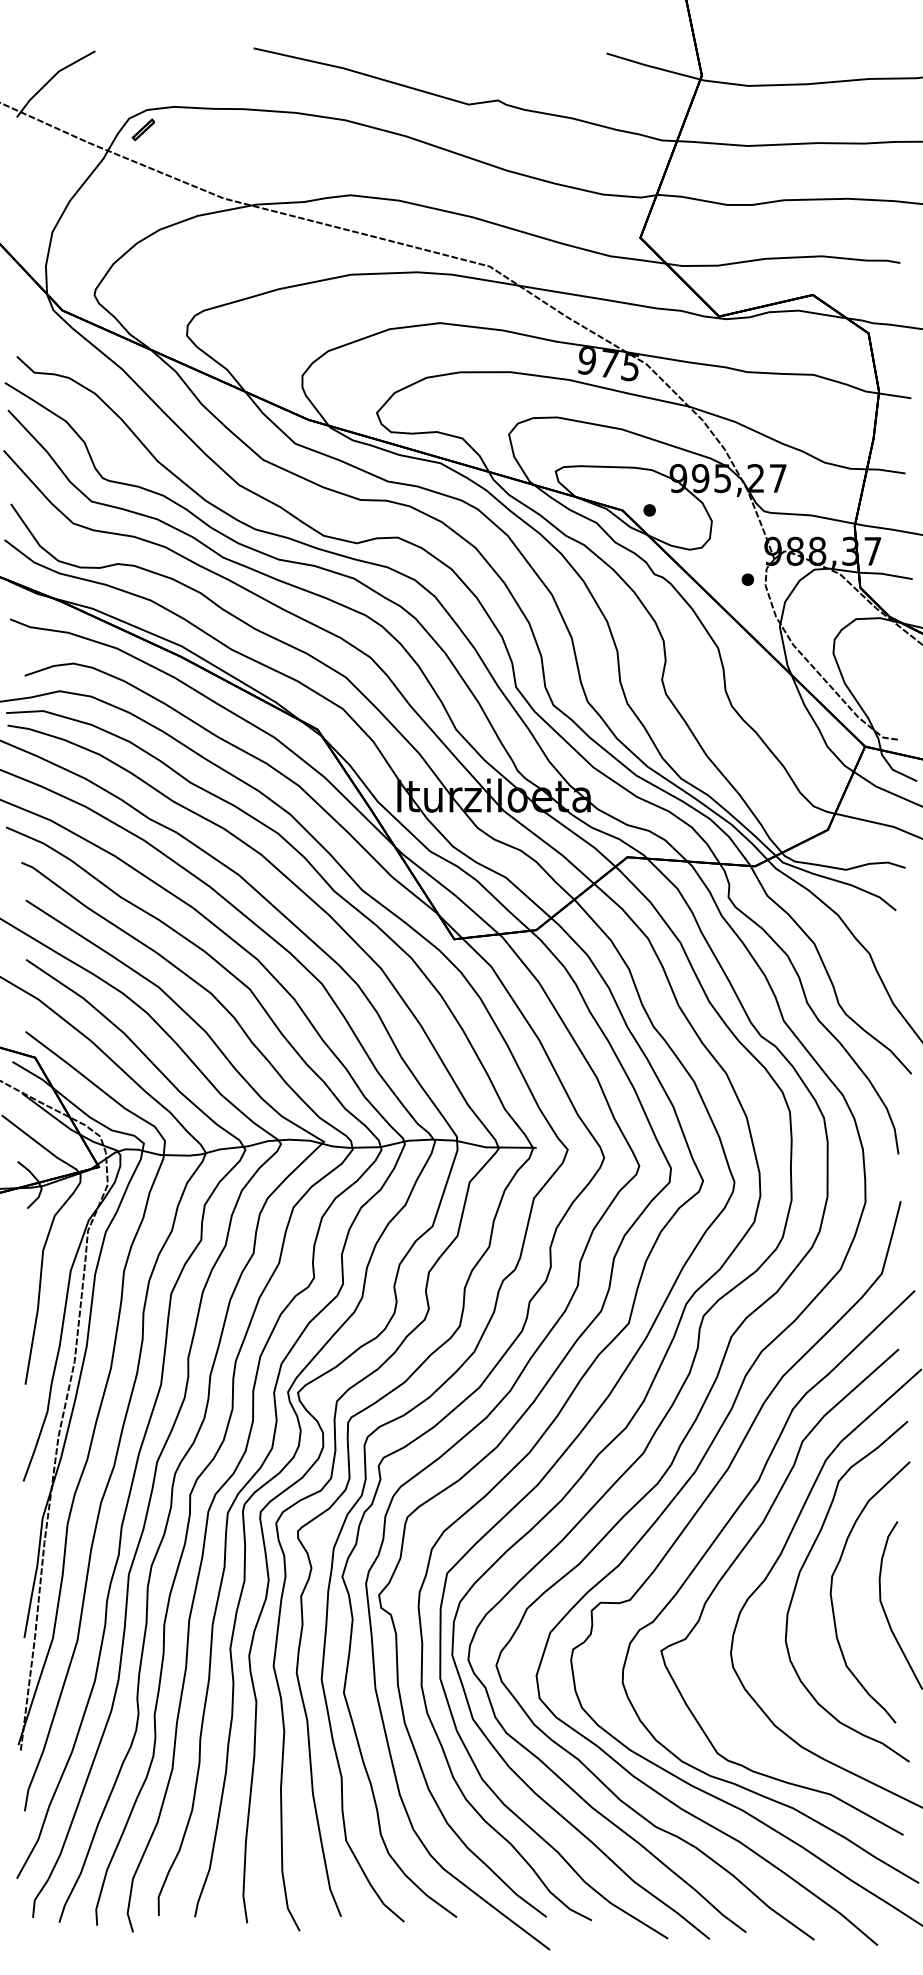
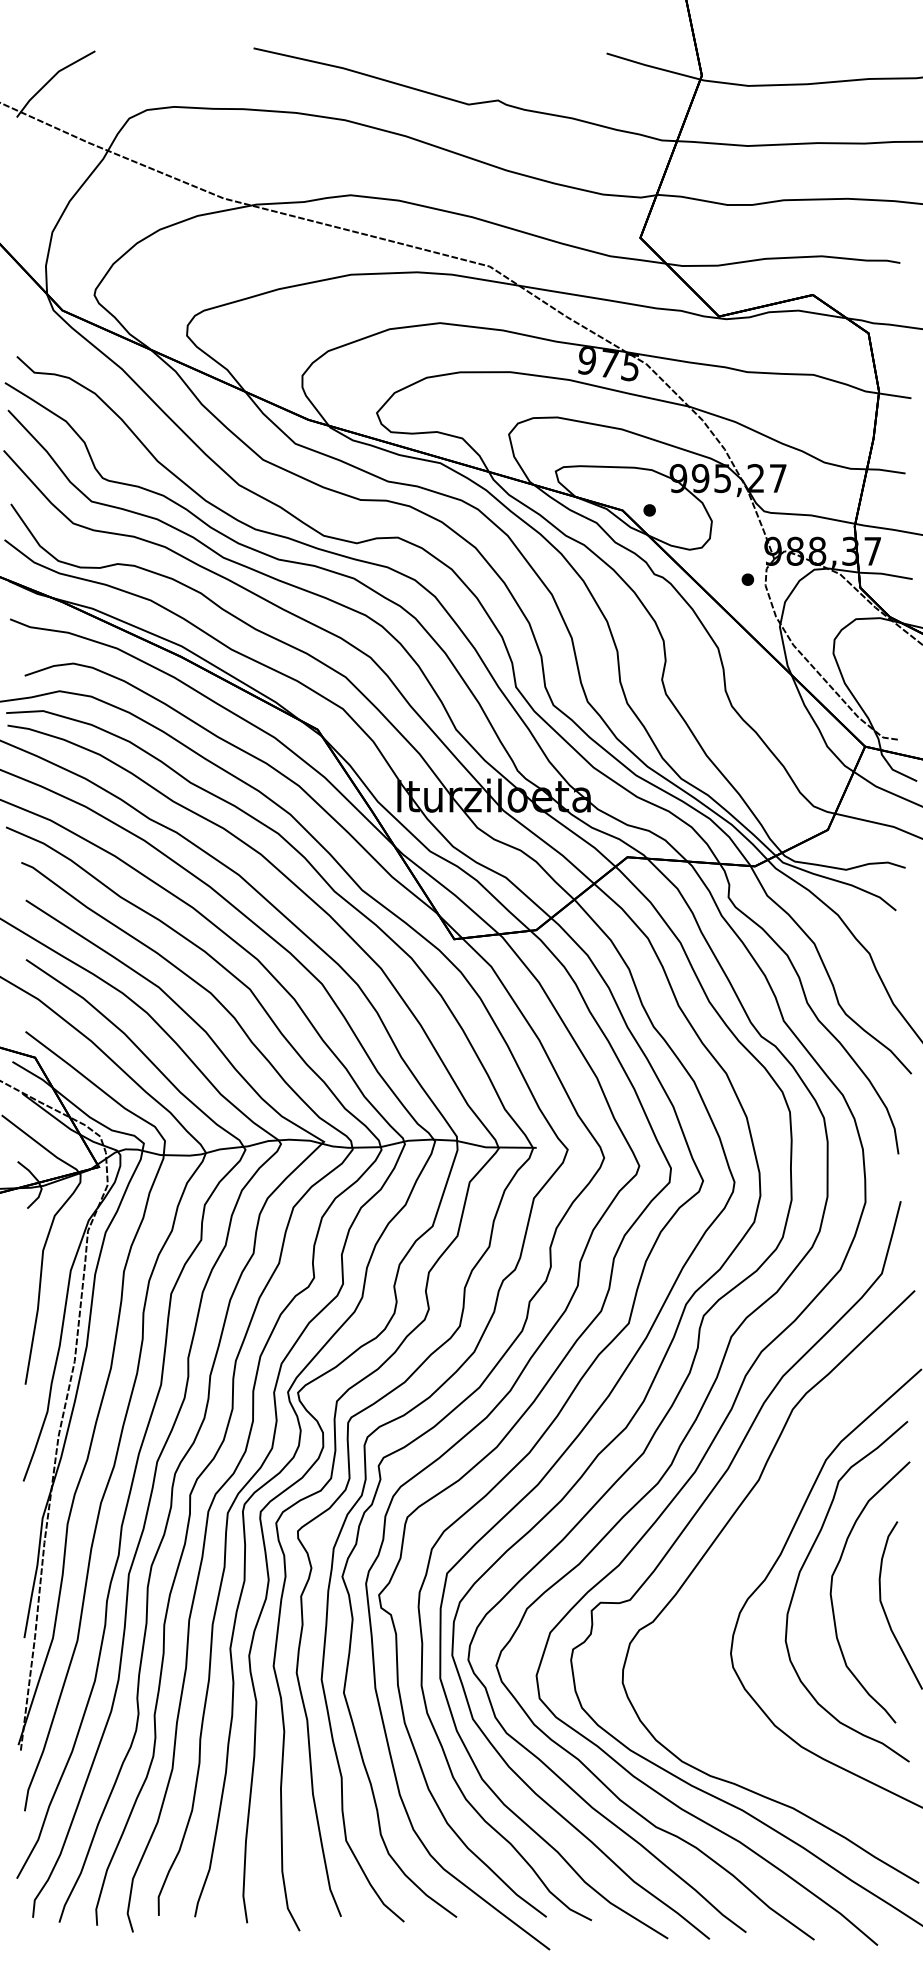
part at (142, 129): present -> none
curve at (738, 1557): present -> none
